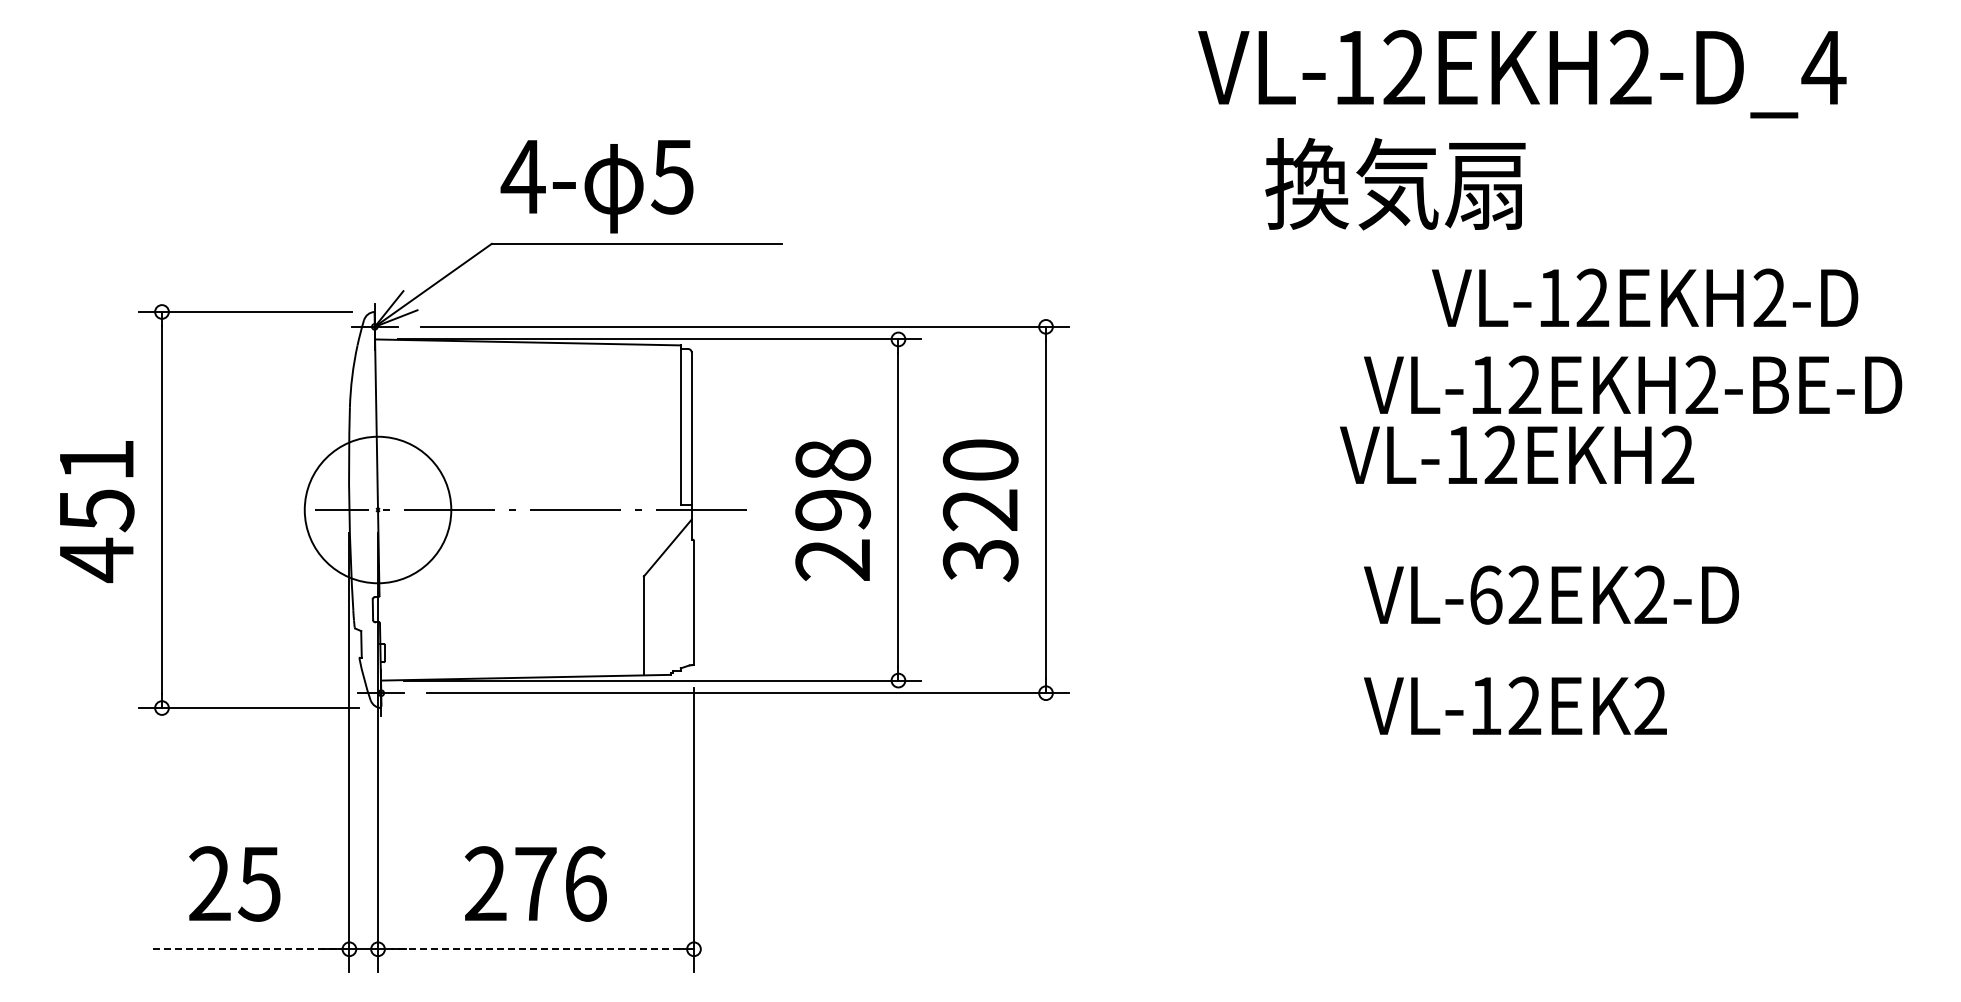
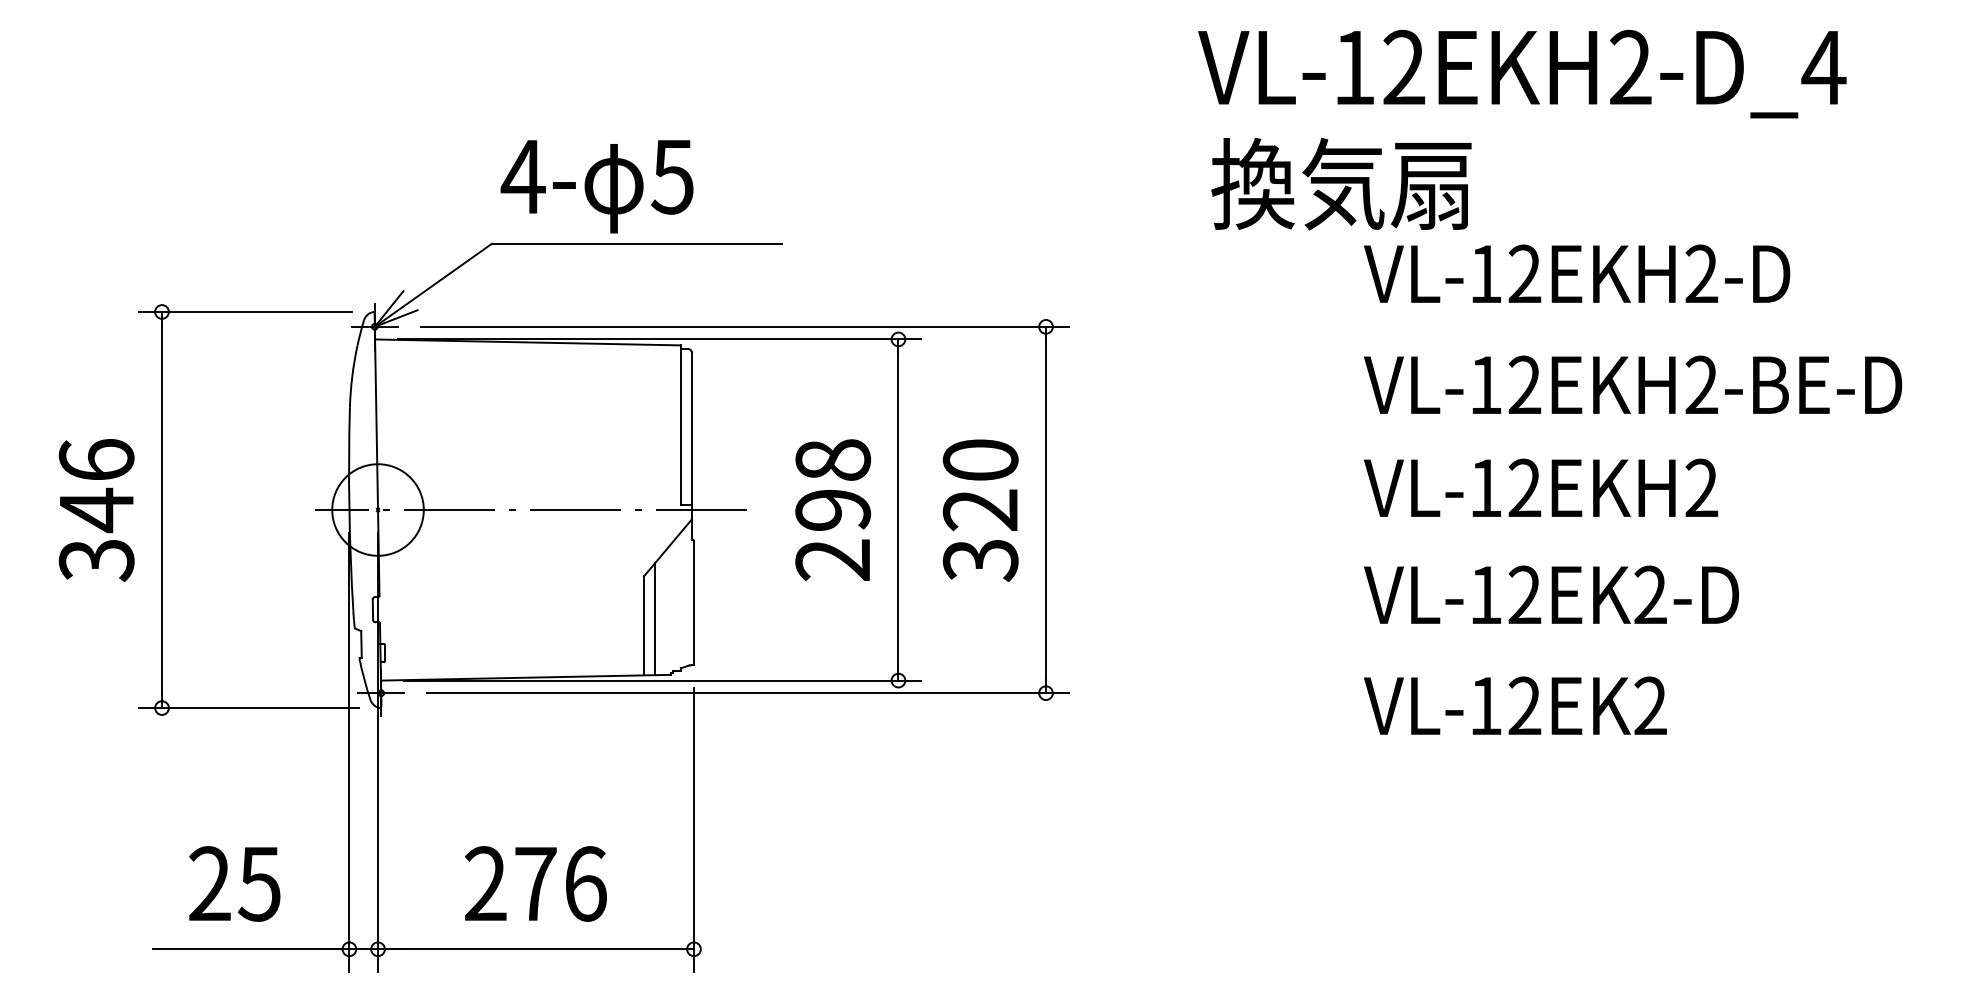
text at (1395, 183) position: (1395, 183) -> (1341, 183)
text at (1645, 297) position: (1645, 297) -> (1577, 273)
text at (1517, 454) position: (1517, 454) -> (1541, 487)
circle at (377, 509) diameter: 147 px -> 92 px
text at (96, 511): 451 -> 346
text at (1486, 594): VL-62EK2-D -> VL-12EK2-D
line at (655, 618): none -> present
line at (251, 949): dashed -> solid
line at (535, 949): dashed -> solid
